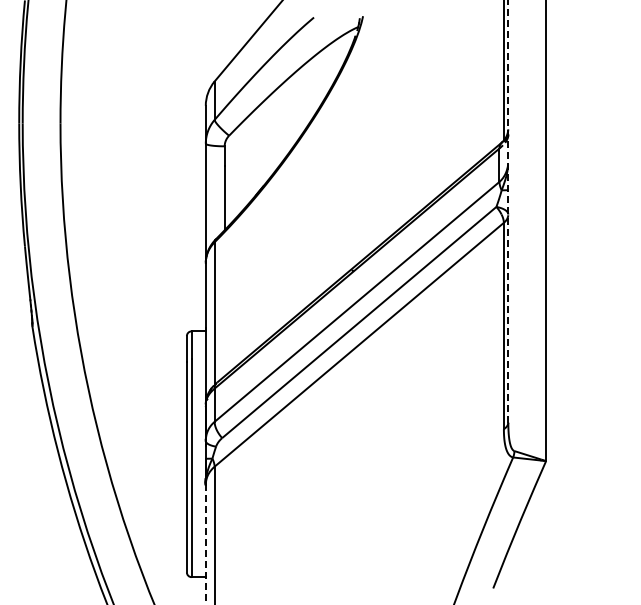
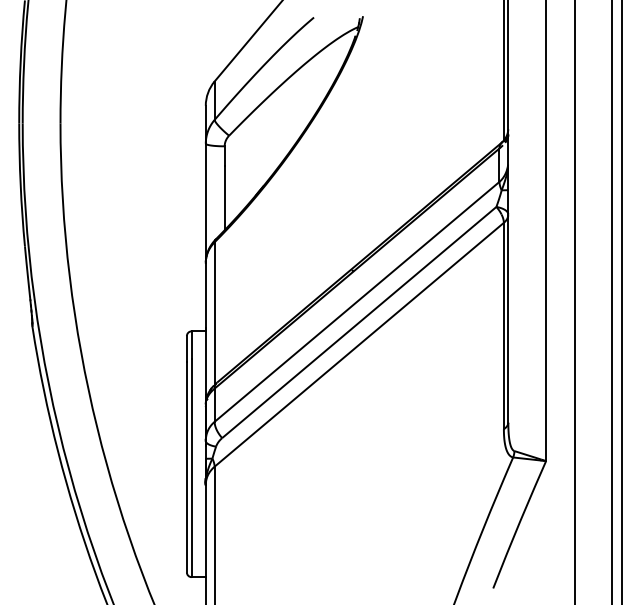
line at (508, 211): dashed -> solid
line at (574, 301): none -> present
line at (612, 301): none -> present
line at (621, 301): none -> present
line at (205, 544): dashed -> solid
